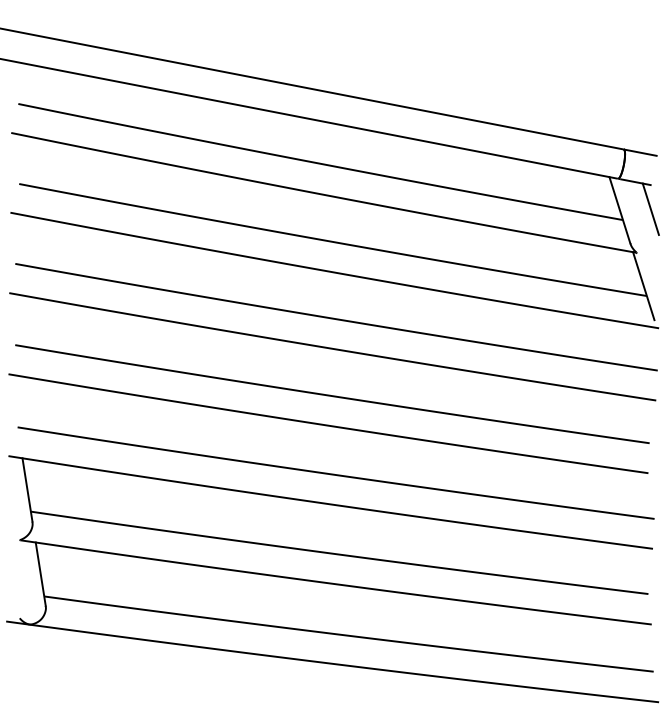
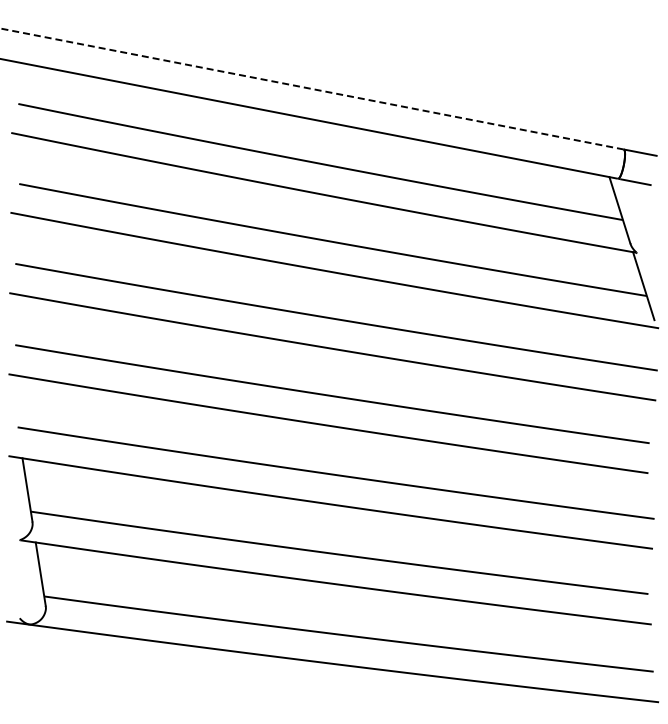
line at (311, 88): solid -> dashed
line at (650, 208): present -> none
